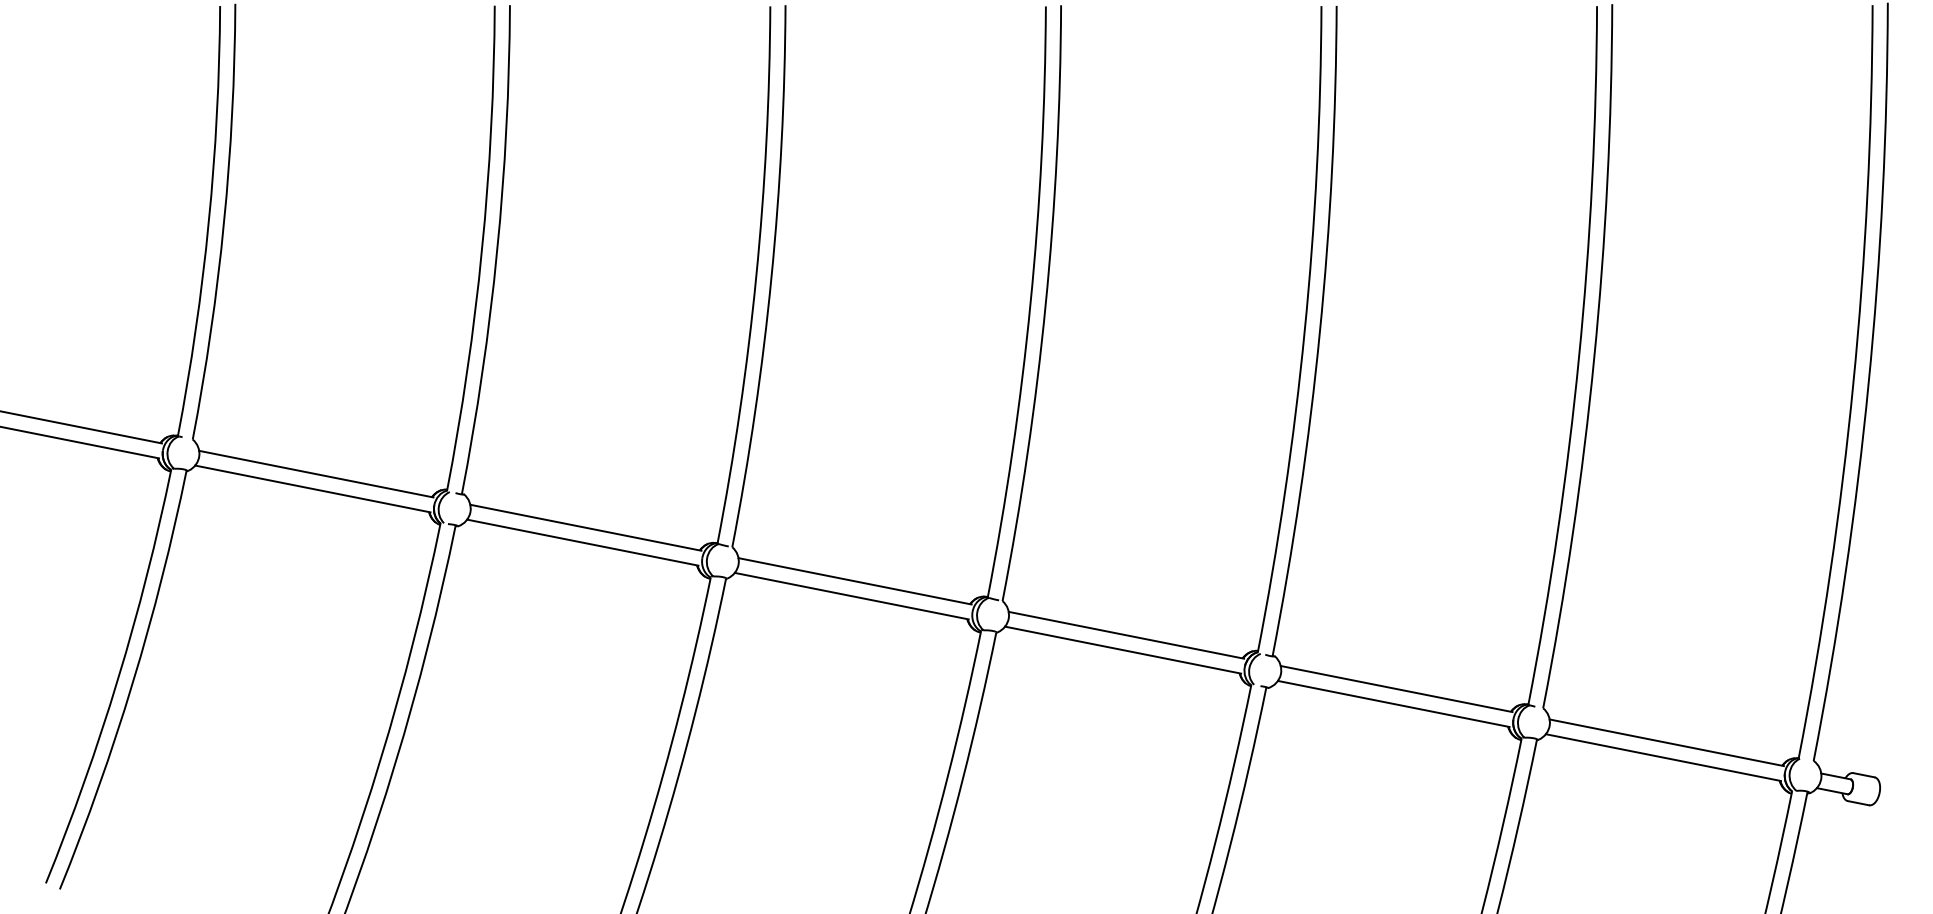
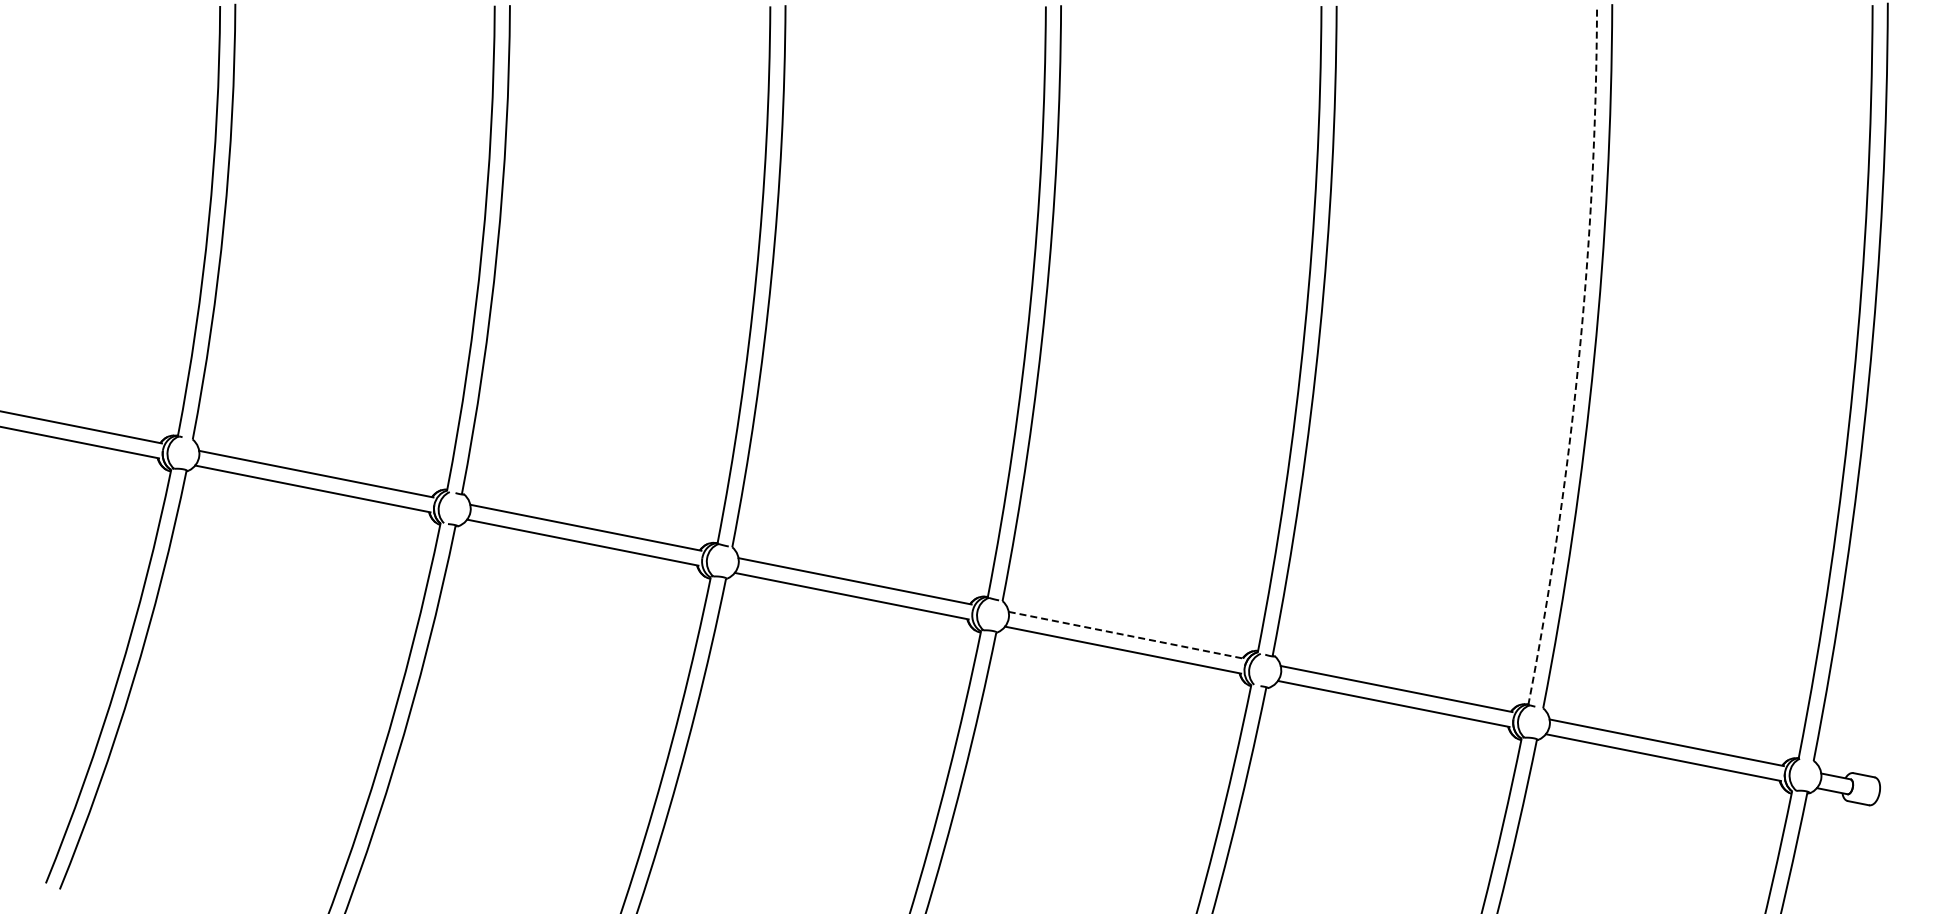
arc at (1579, 357): solid -> dashed
line at (1126, 635): solid -> dashed
